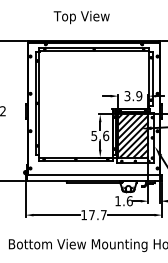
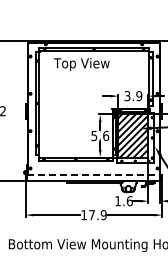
text at (81, 17) position: (81, 17) -> (81, 64)
line at (94, 174): solid -> dashed
text at (103, 215): 17.7 -> 17.9
